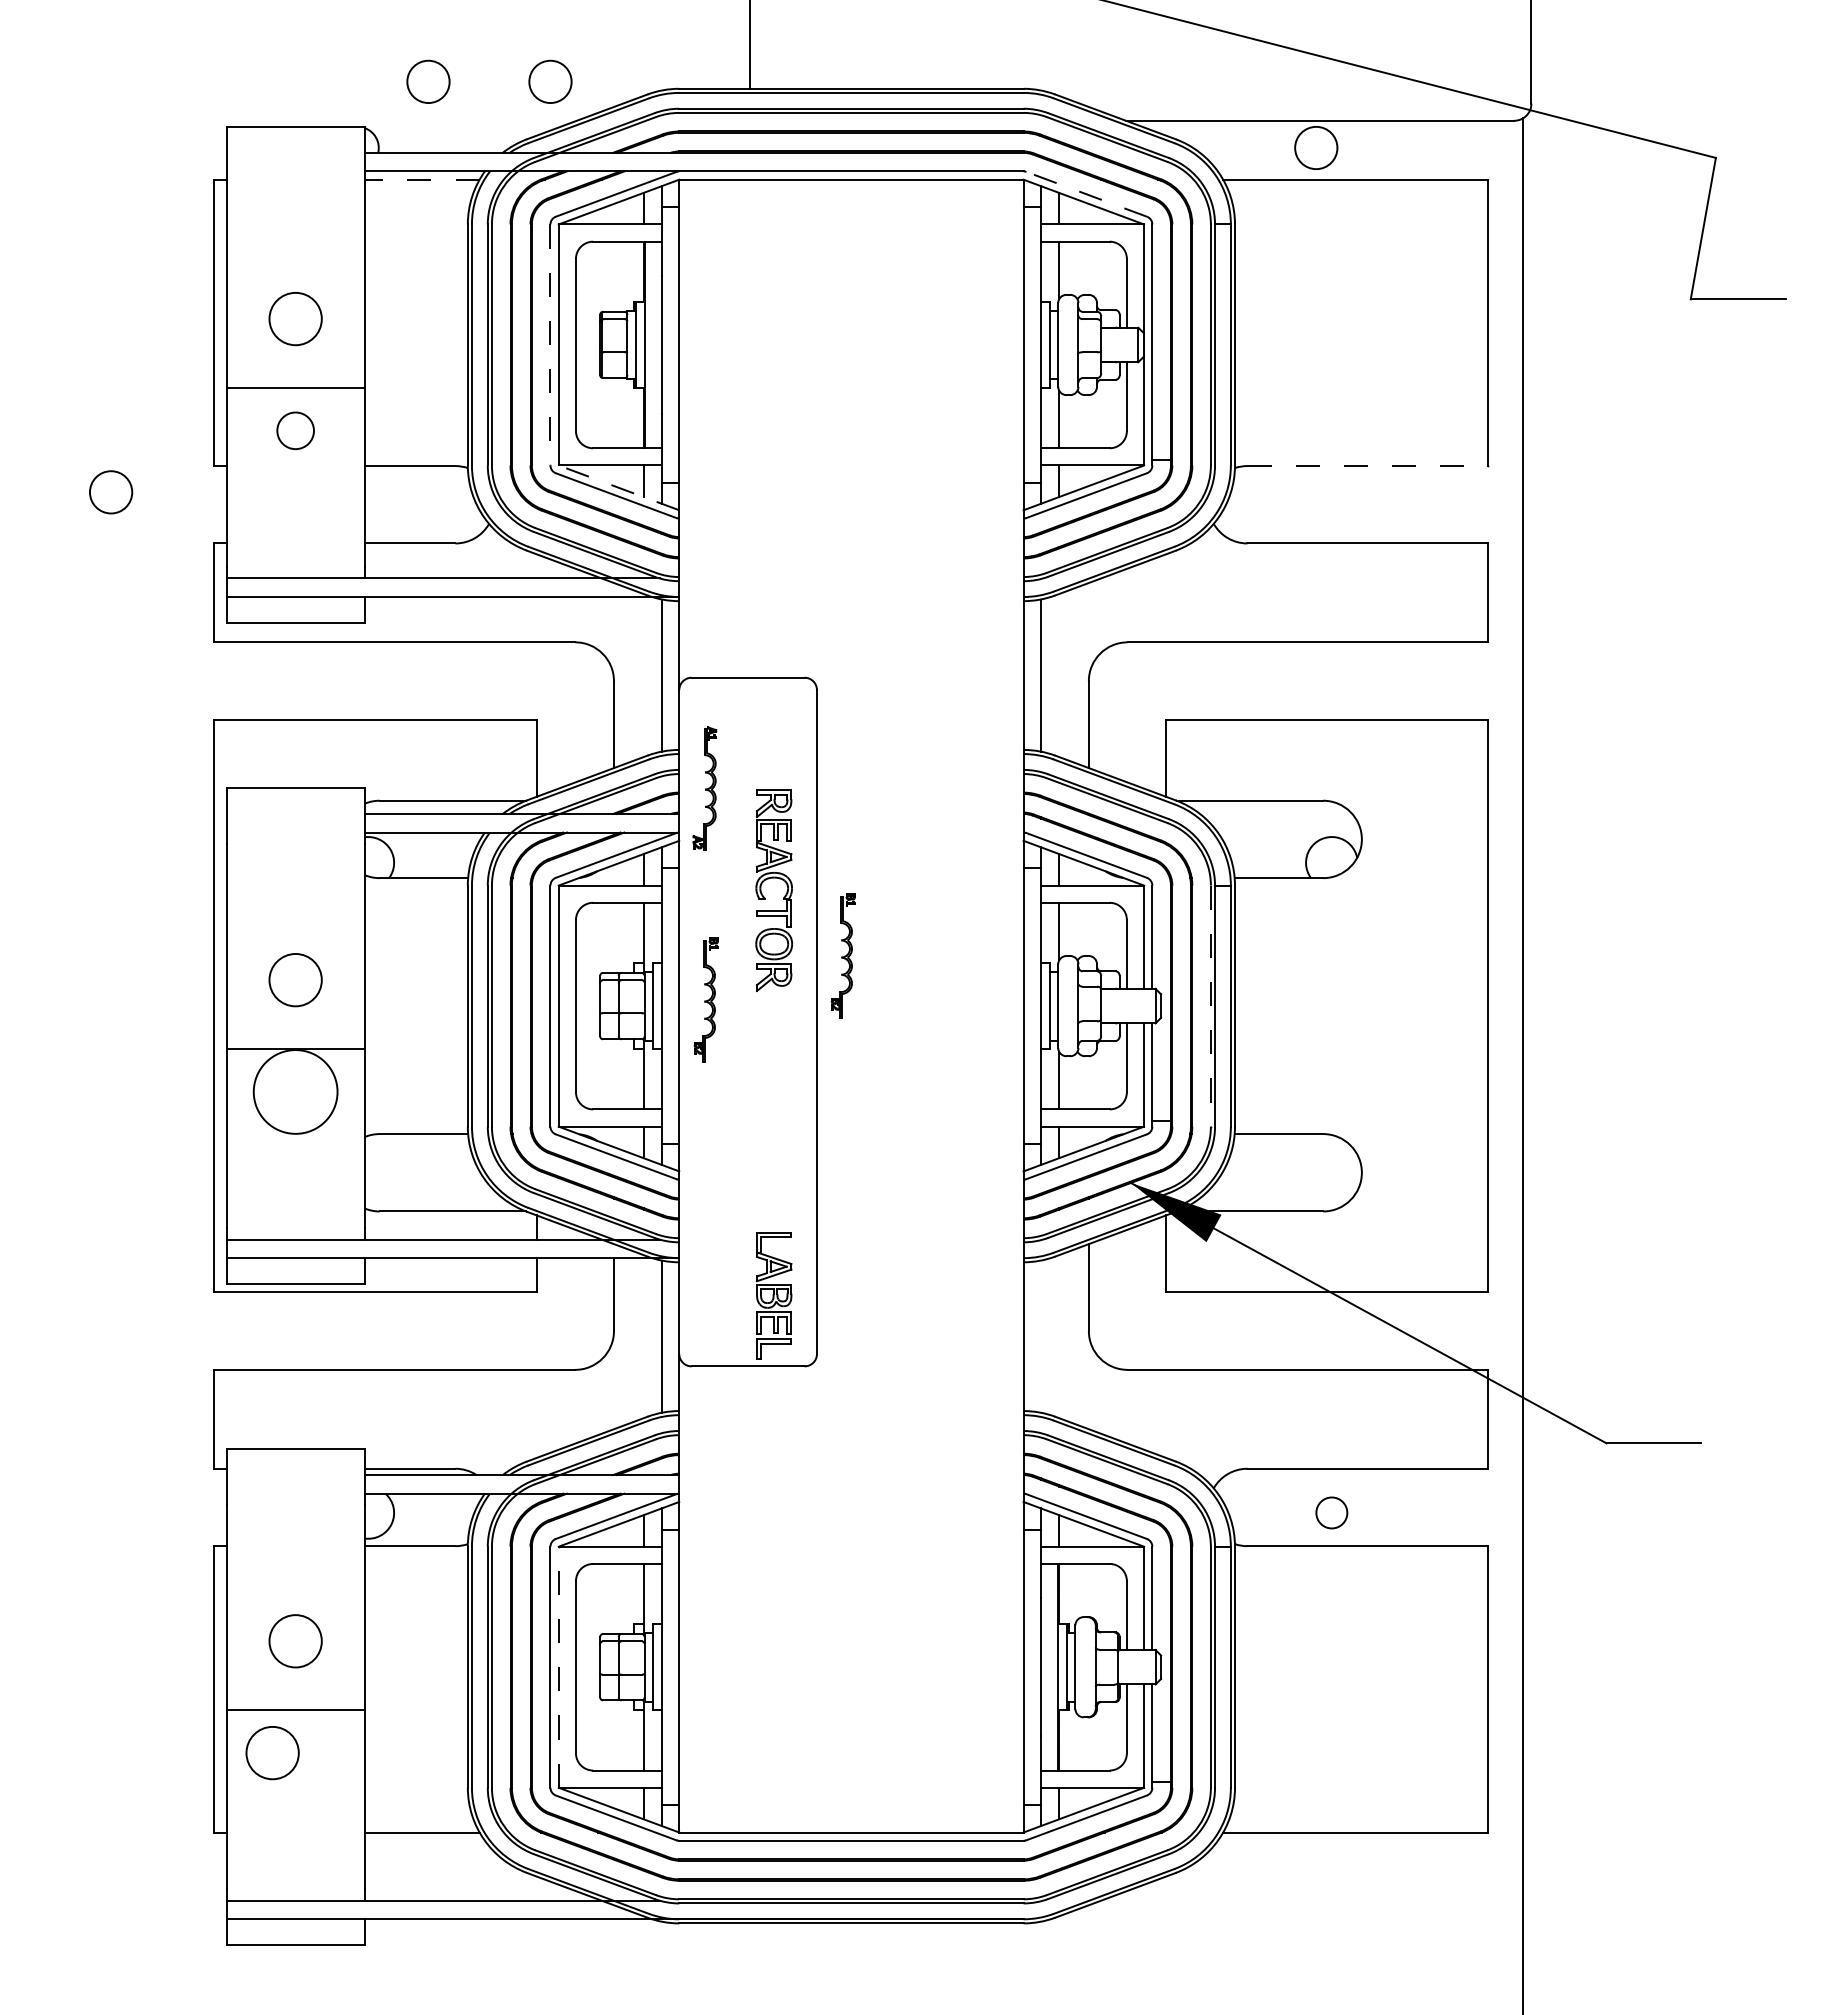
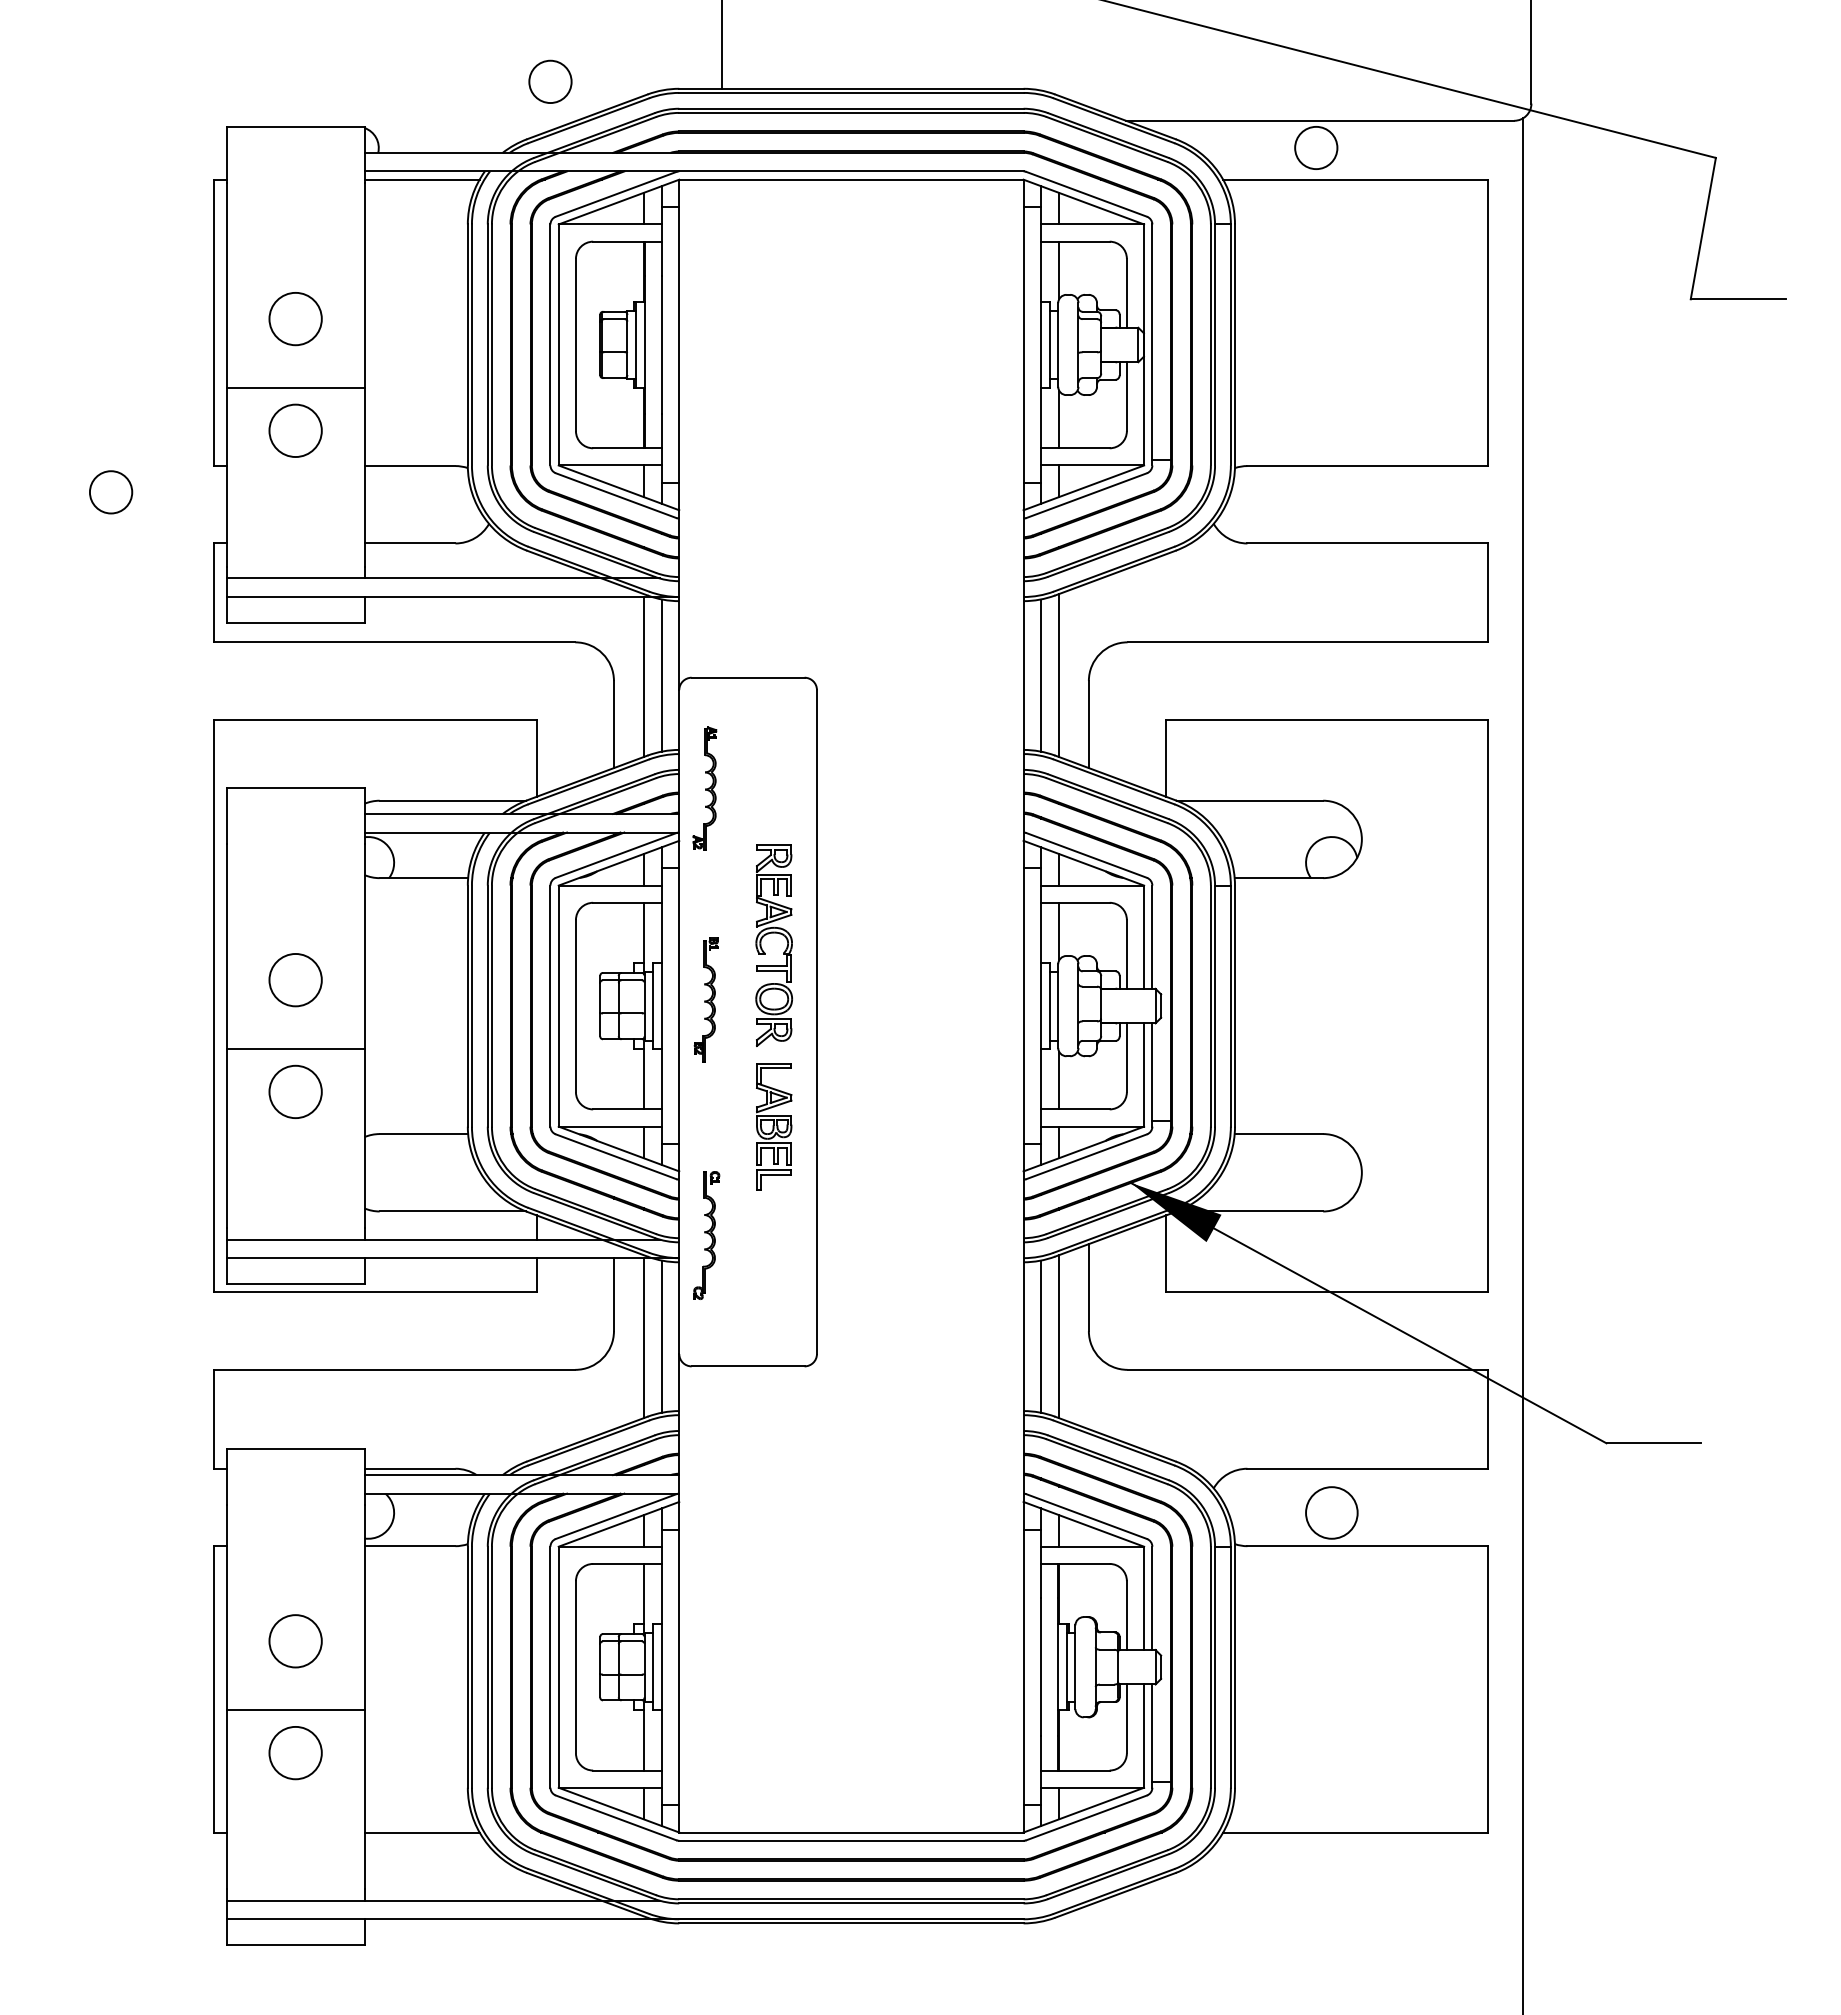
line at (750, 45) position: (750, 45) -> (722, 45)
circle at (428, 81): present -> none
line at (422, 179): dashed -> solid
line at (1086, 194): dashed -> solid
line at (550, 344): dashed -> solid
circle at (295, 430) diameter: 37 px -> 52 px
line at (1367, 466): dashed -> solid
line at (618, 487): dashed -> solid
line at (1059, 675): none -> present
line at (643, 677): none -> present
part at (765, 897) position: (765, 897) -> (765, 952)
part at (842, 955): present -> none
line at (1210, 1006): dashed -> solid
circle at (295, 1091) diameter: 84 px -> 52 px
part at (706, 1235): none -> present
part at (774, 1295) position: (774, 1295) -> (774, 1126)
line at (1040, 1336): none -> present
line at (1059, 1336): none -> present
line at (643, 1338): none -> present
circle at (1331, 1512) diameter: 31 px -> 52 px
line at (558, 1667): dashed -> solid
circle at (272, 1753) position: (272, 1753) -> (295, 1753)
